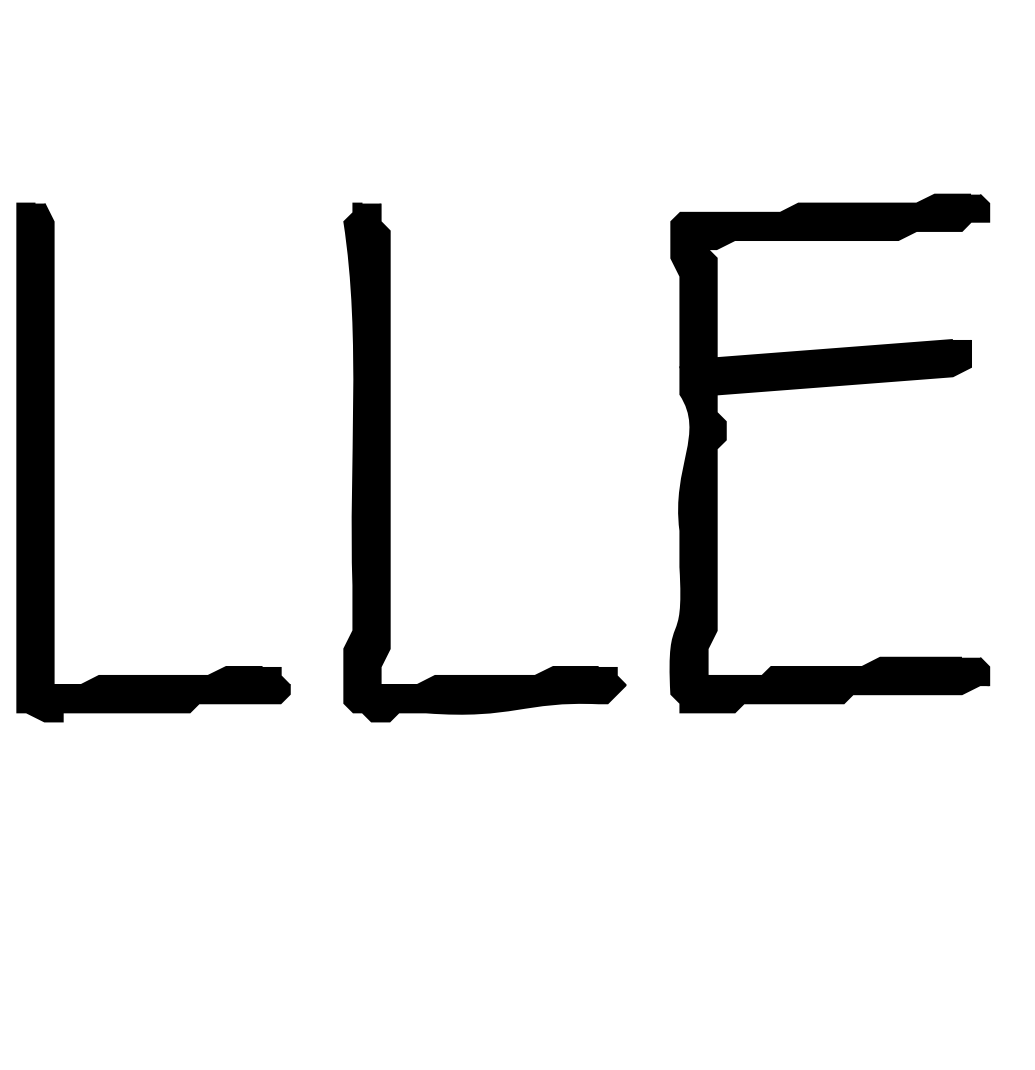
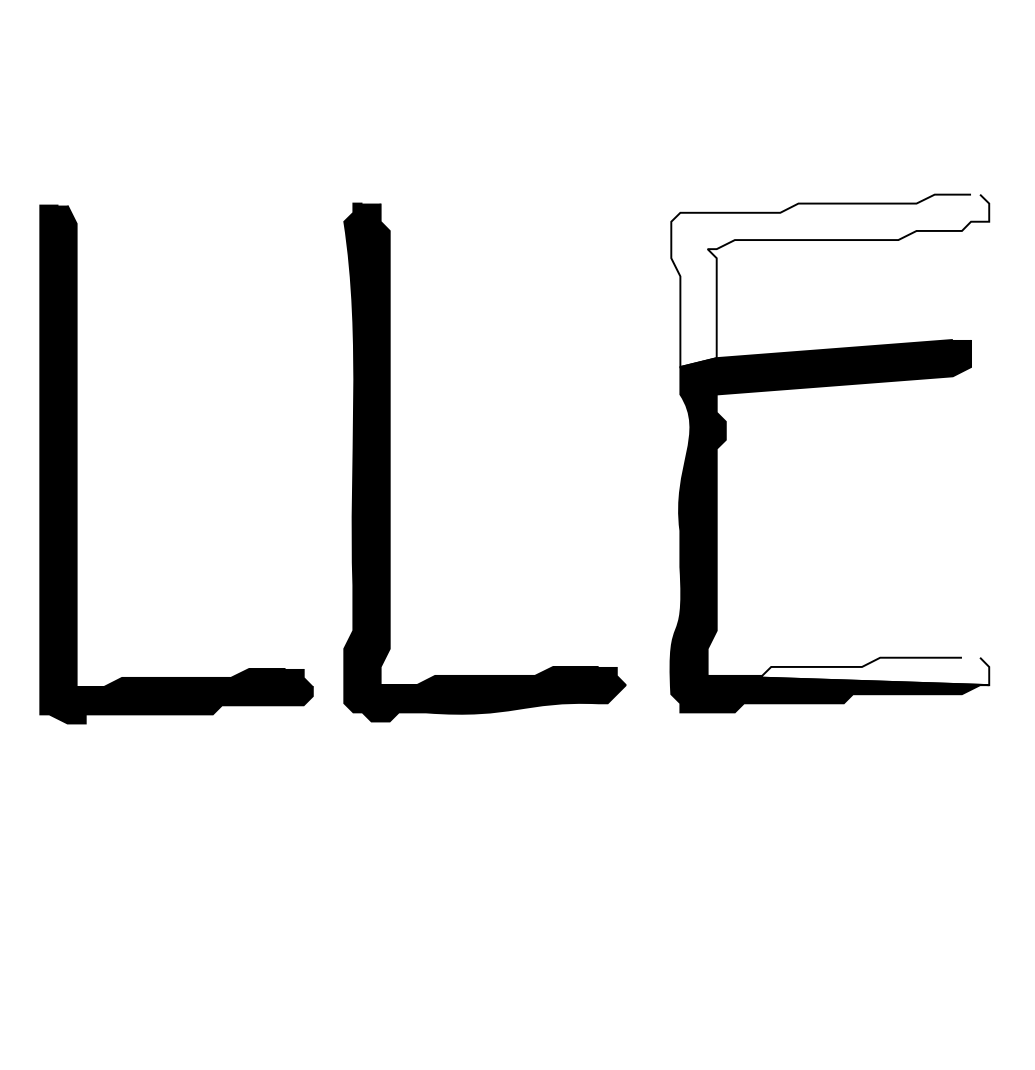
fill at (830, 280): present -> none
part at (54, 462) position: (54, 462) -> (77, 464)
fill at (848, 671): present -> none
